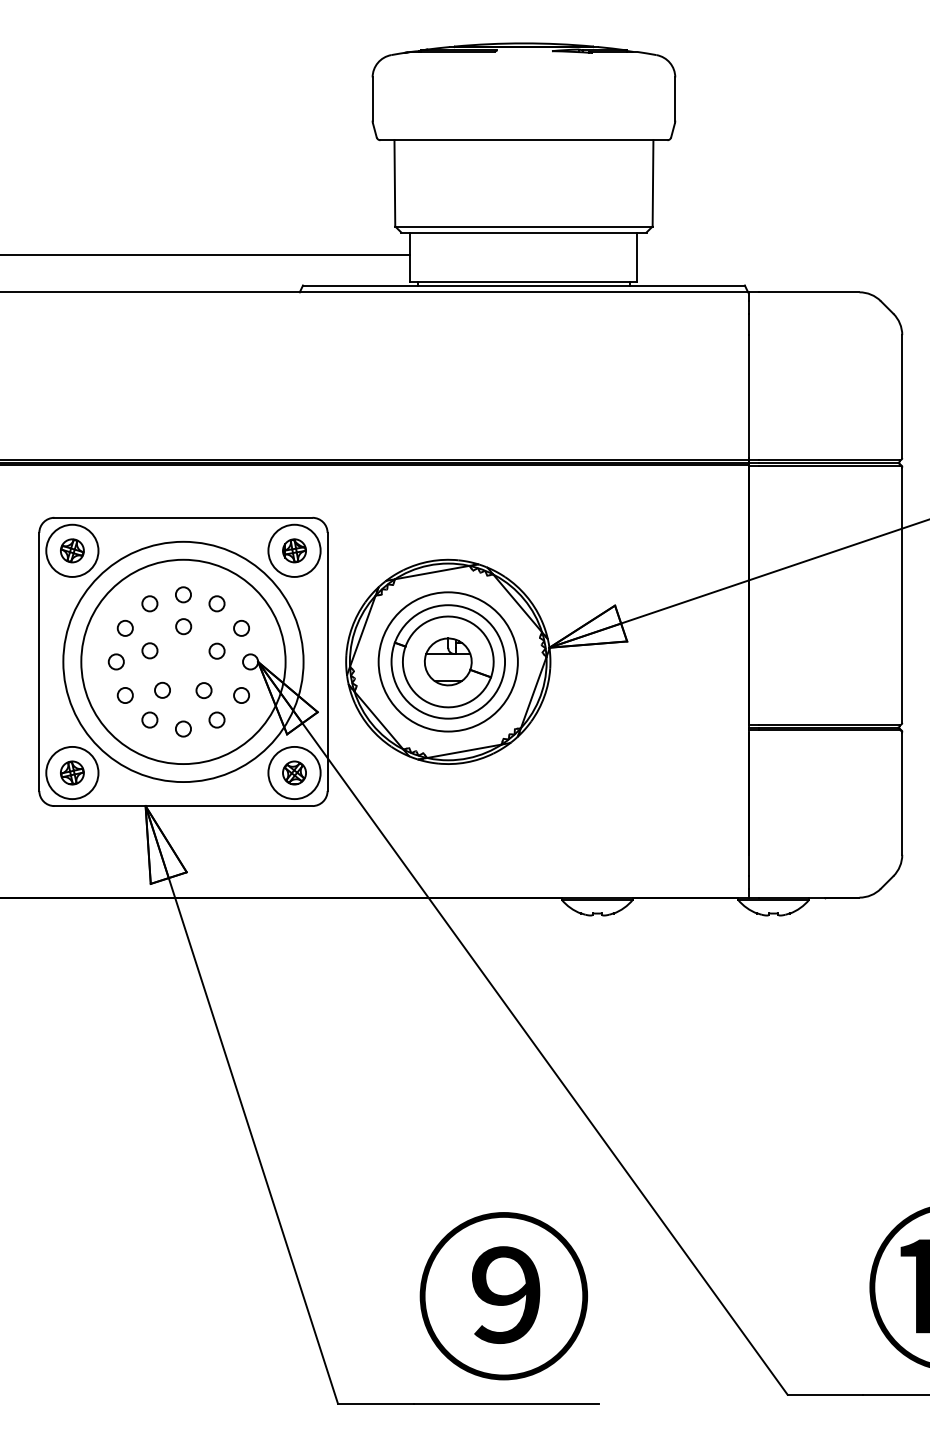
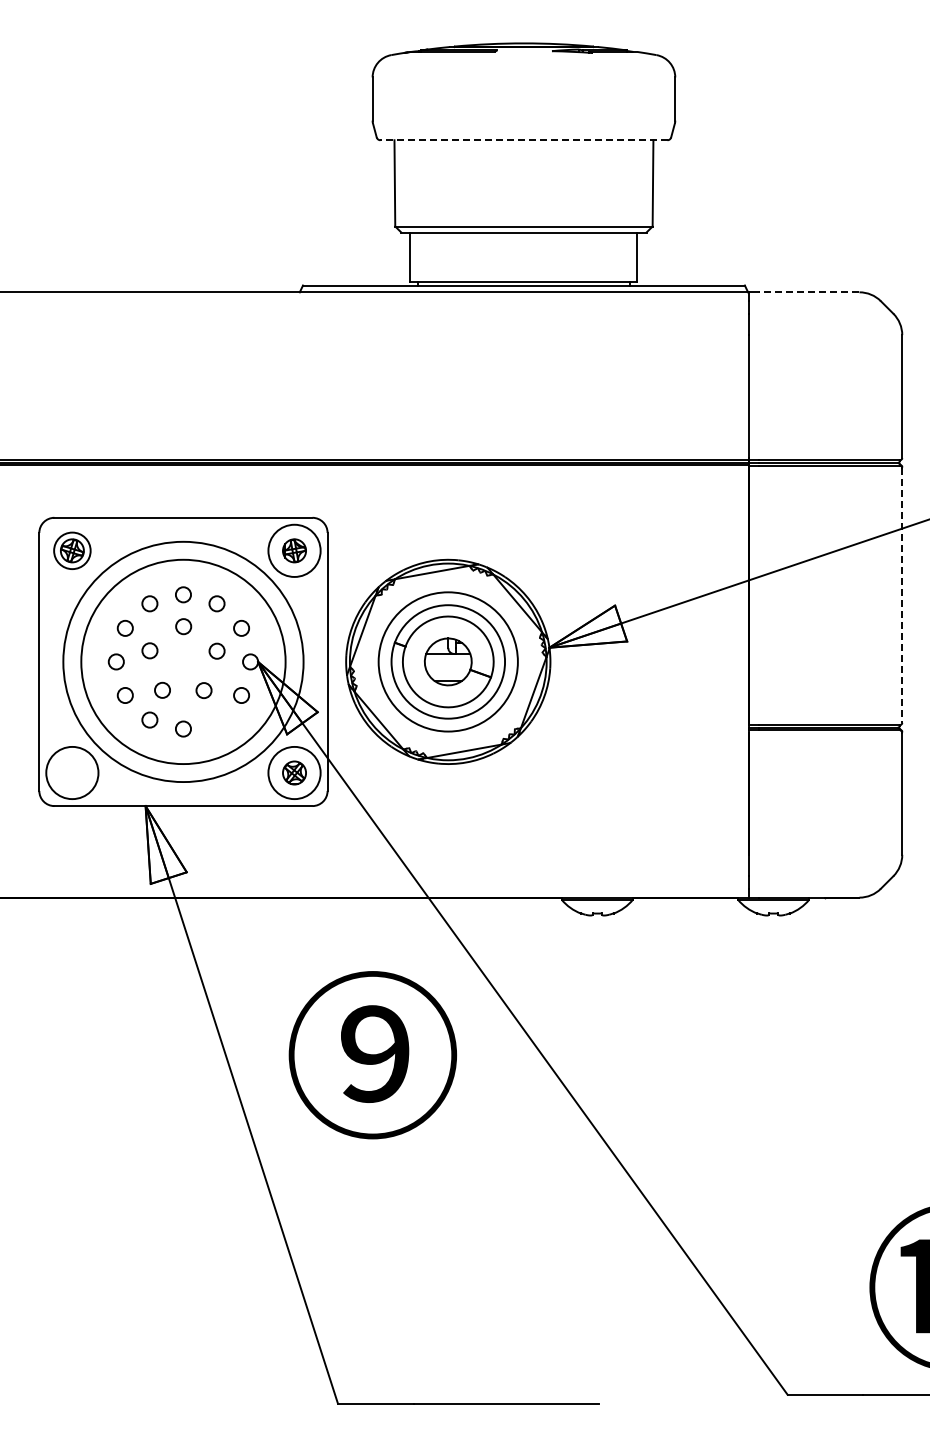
line at (523, 140): solid -> dashed
line at (206, 255): present -> none
line at (808, 292): solid -> dashed
circle at (72, 550) diameter: 52 px -> 37 px
line at (902, 595): solid -> dashed
circle at (216, 719): present -> none
part at (72, 772): present -> none
text at (503, 1296) position: (503, 1296) -> (372, 1055)
